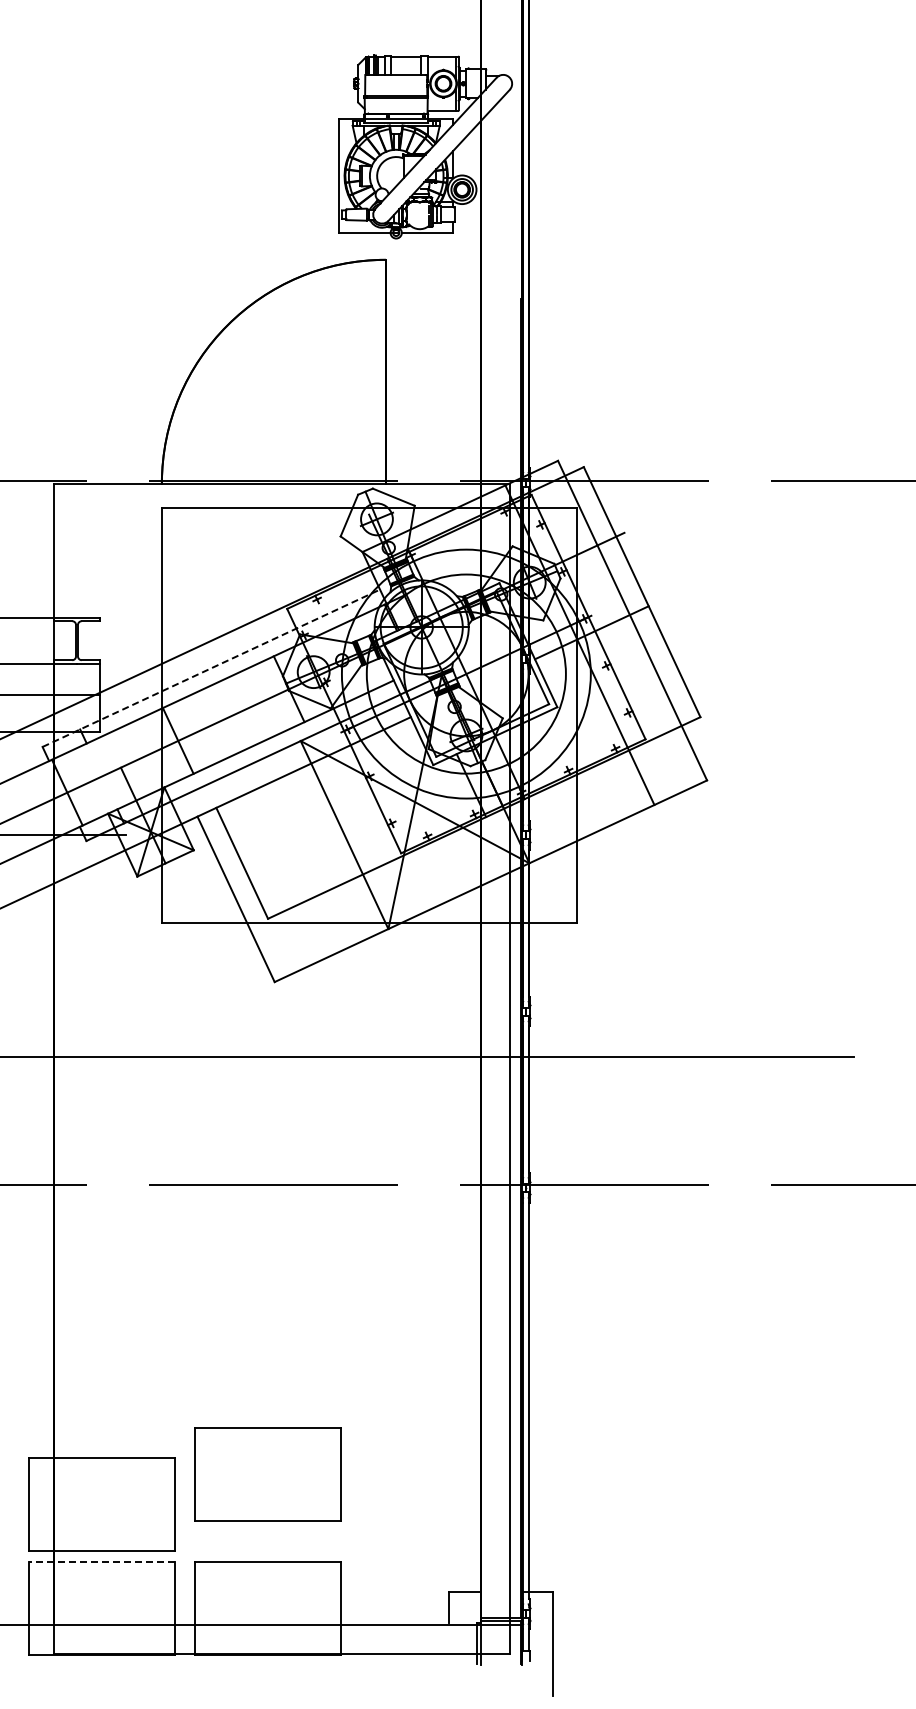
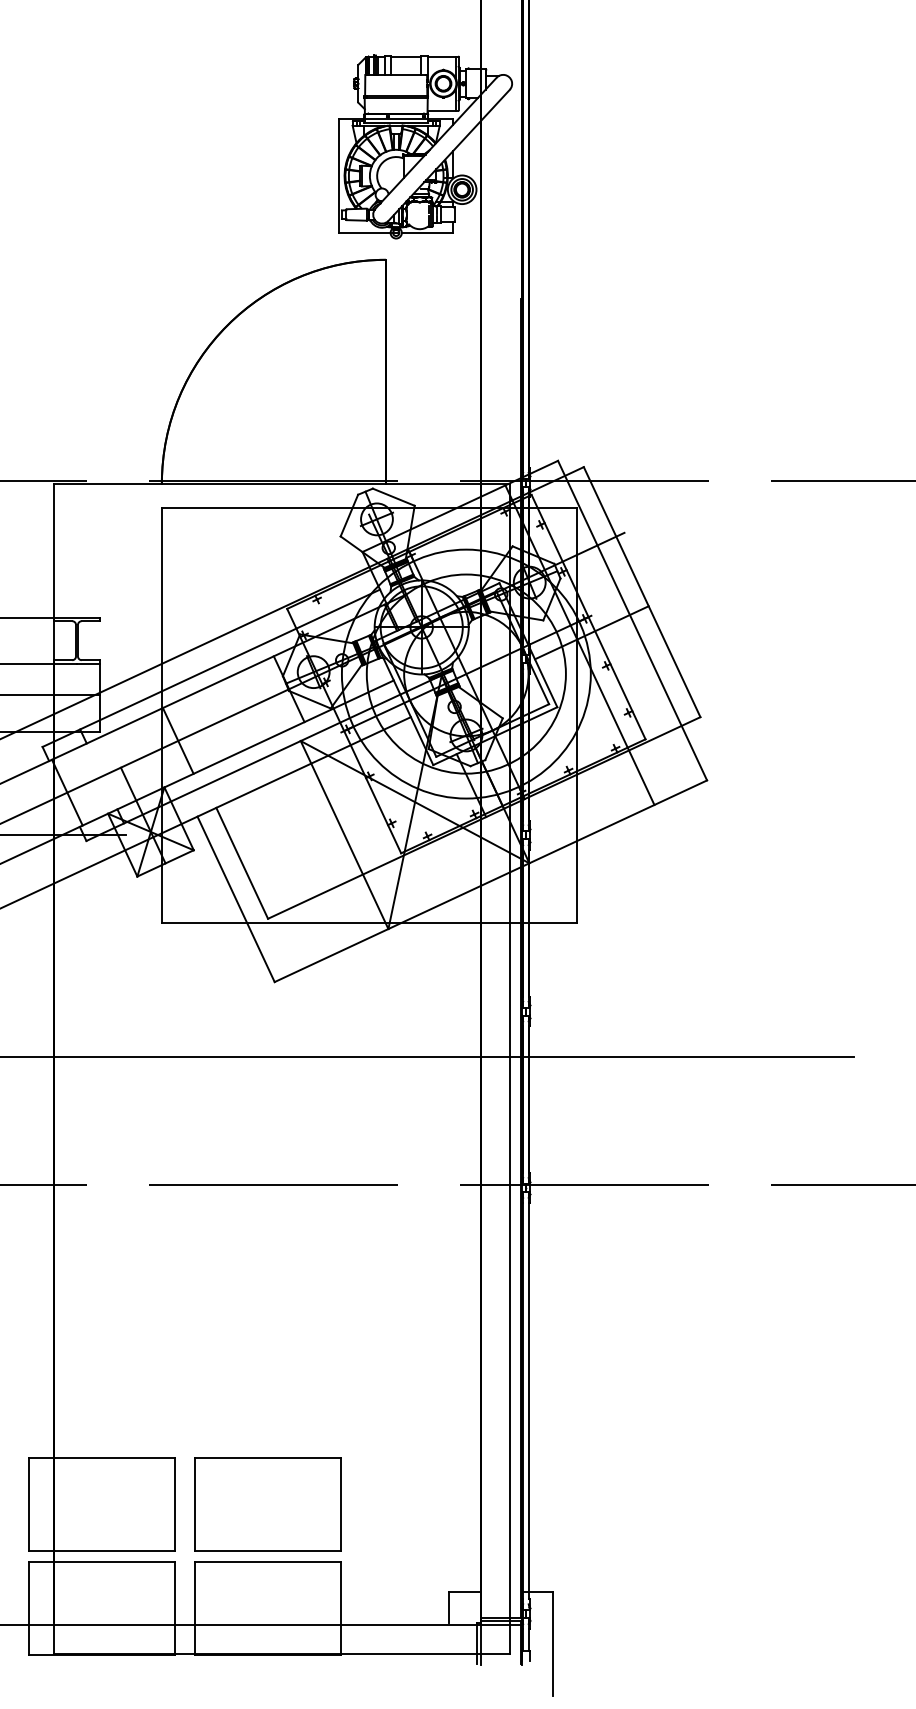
line at (211, 668): dashed -> solid
part at (267, 1474) position: (267, 1474) -> (267, 1504)
line at (102, 1561): dashed -> solid
